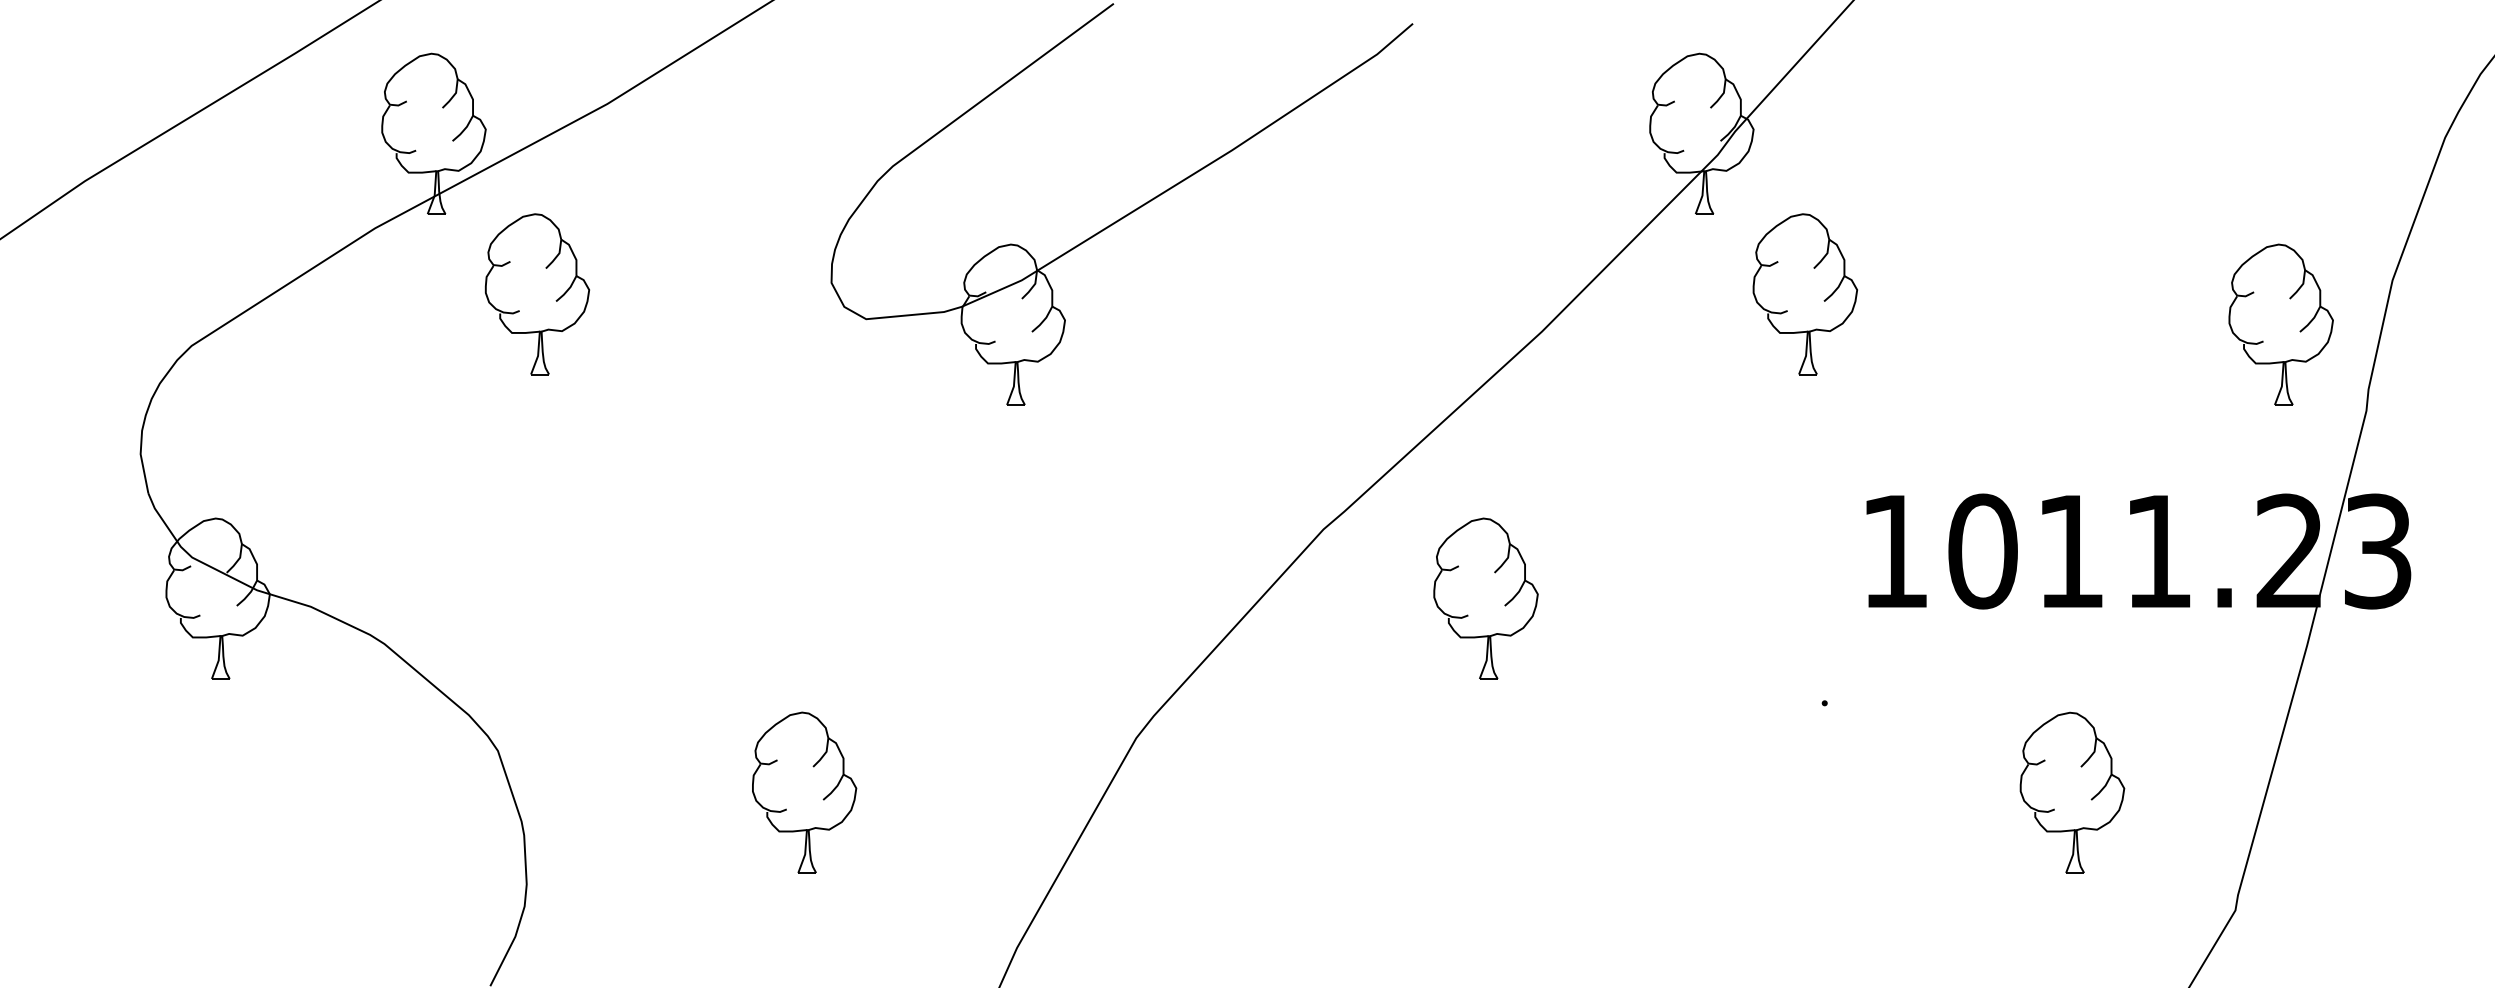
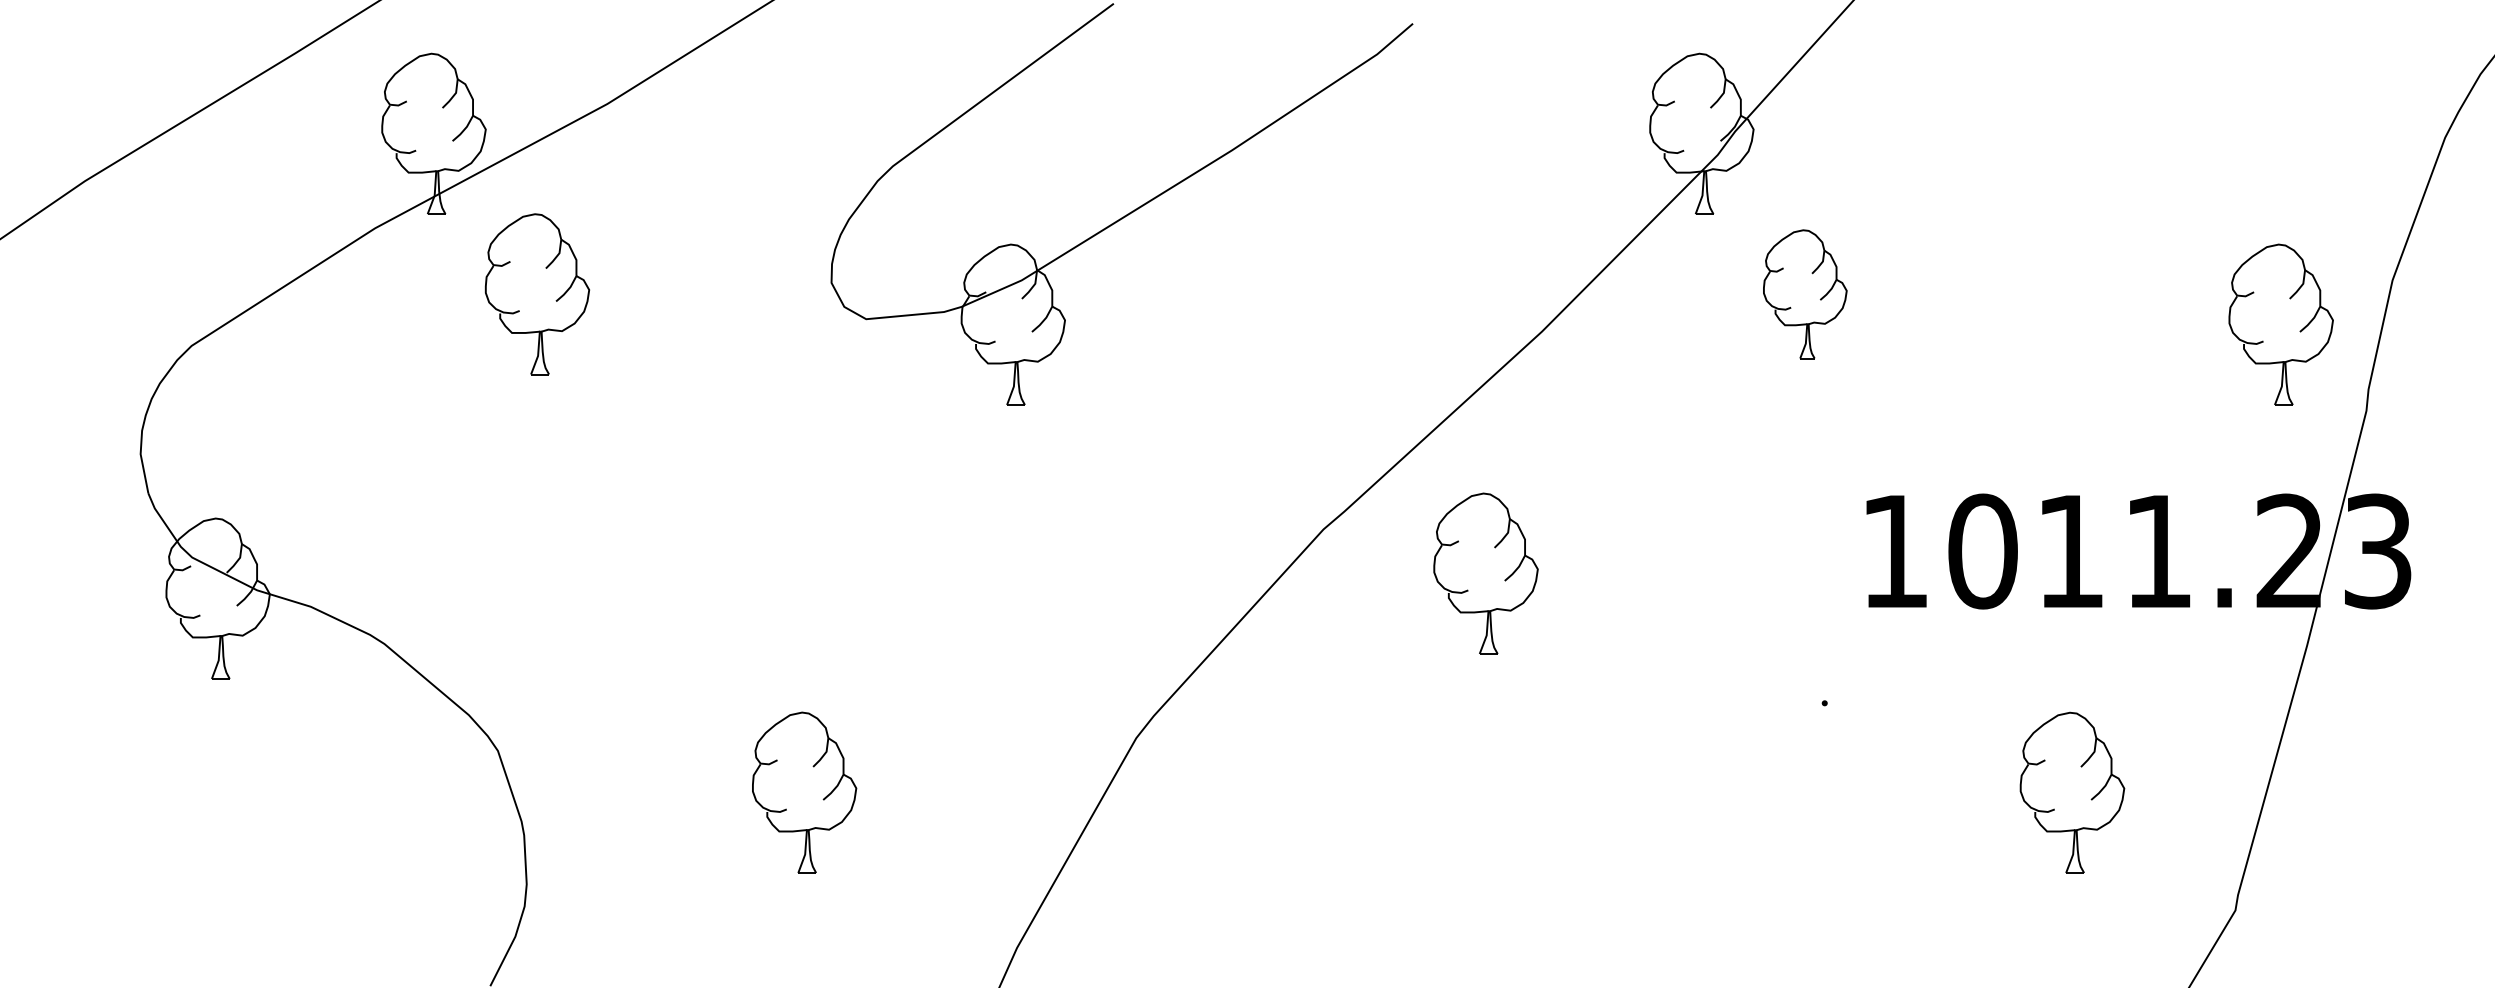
part at (1804, 294) size: 106x163 px -> 85x131 px
part at (1485, 598) position: (1485, 598) -> (1485, 573)
